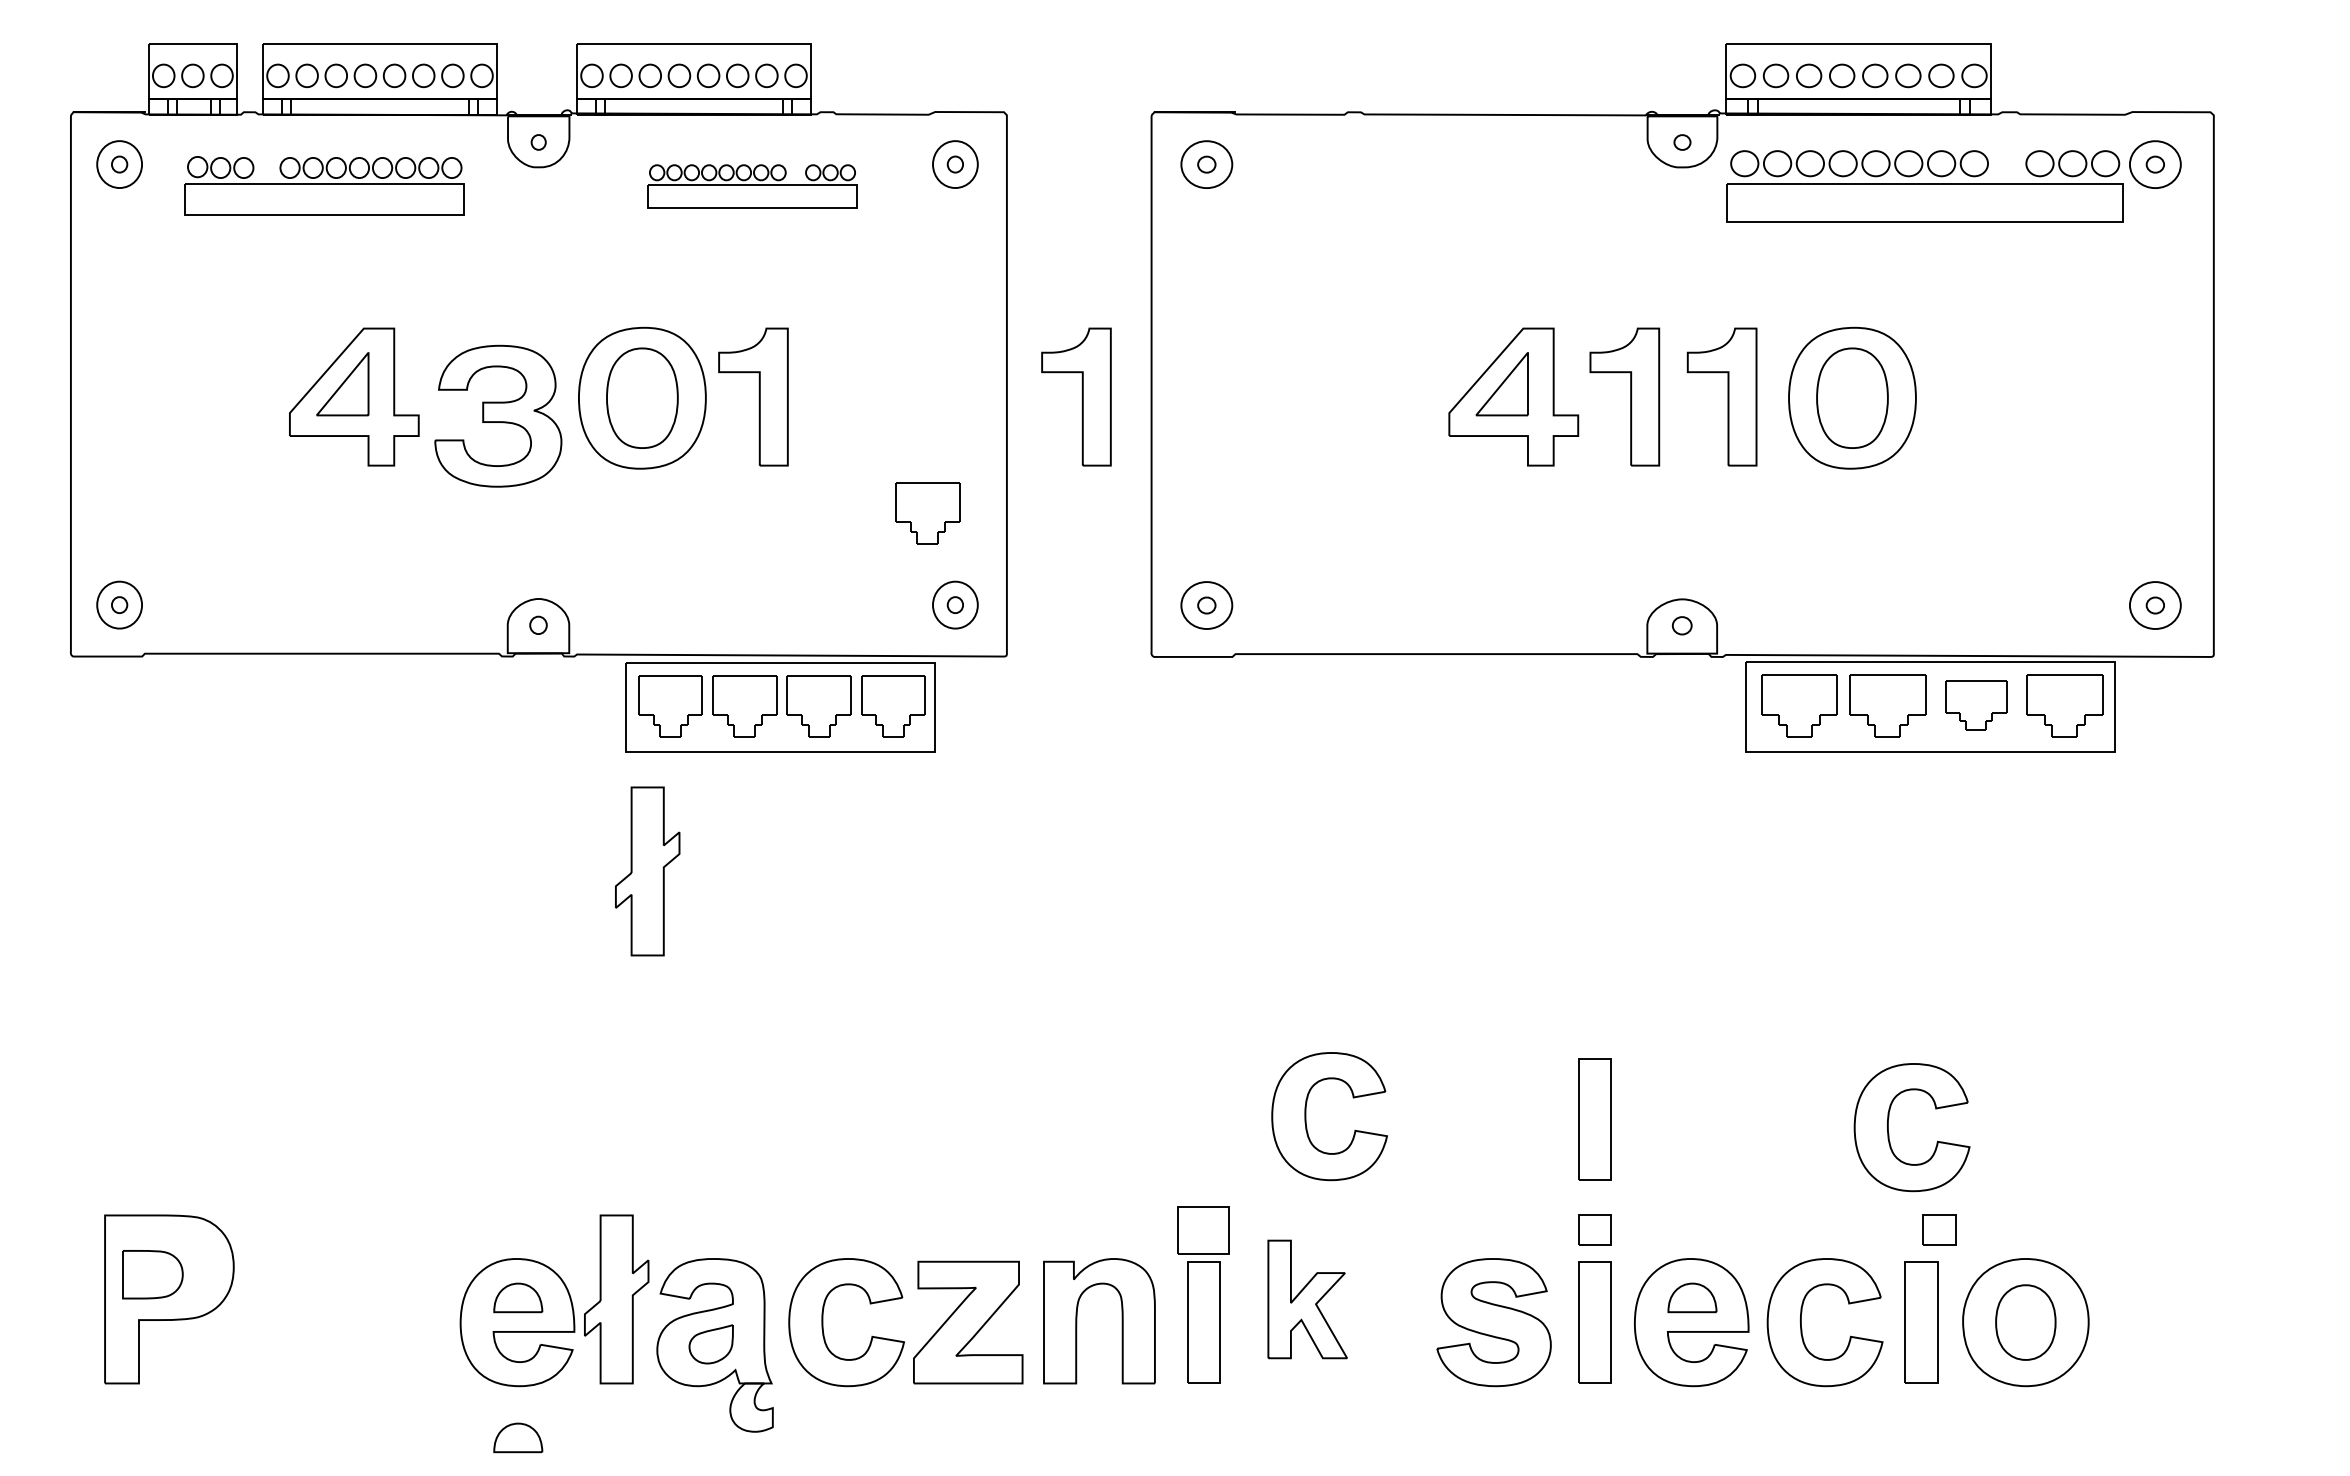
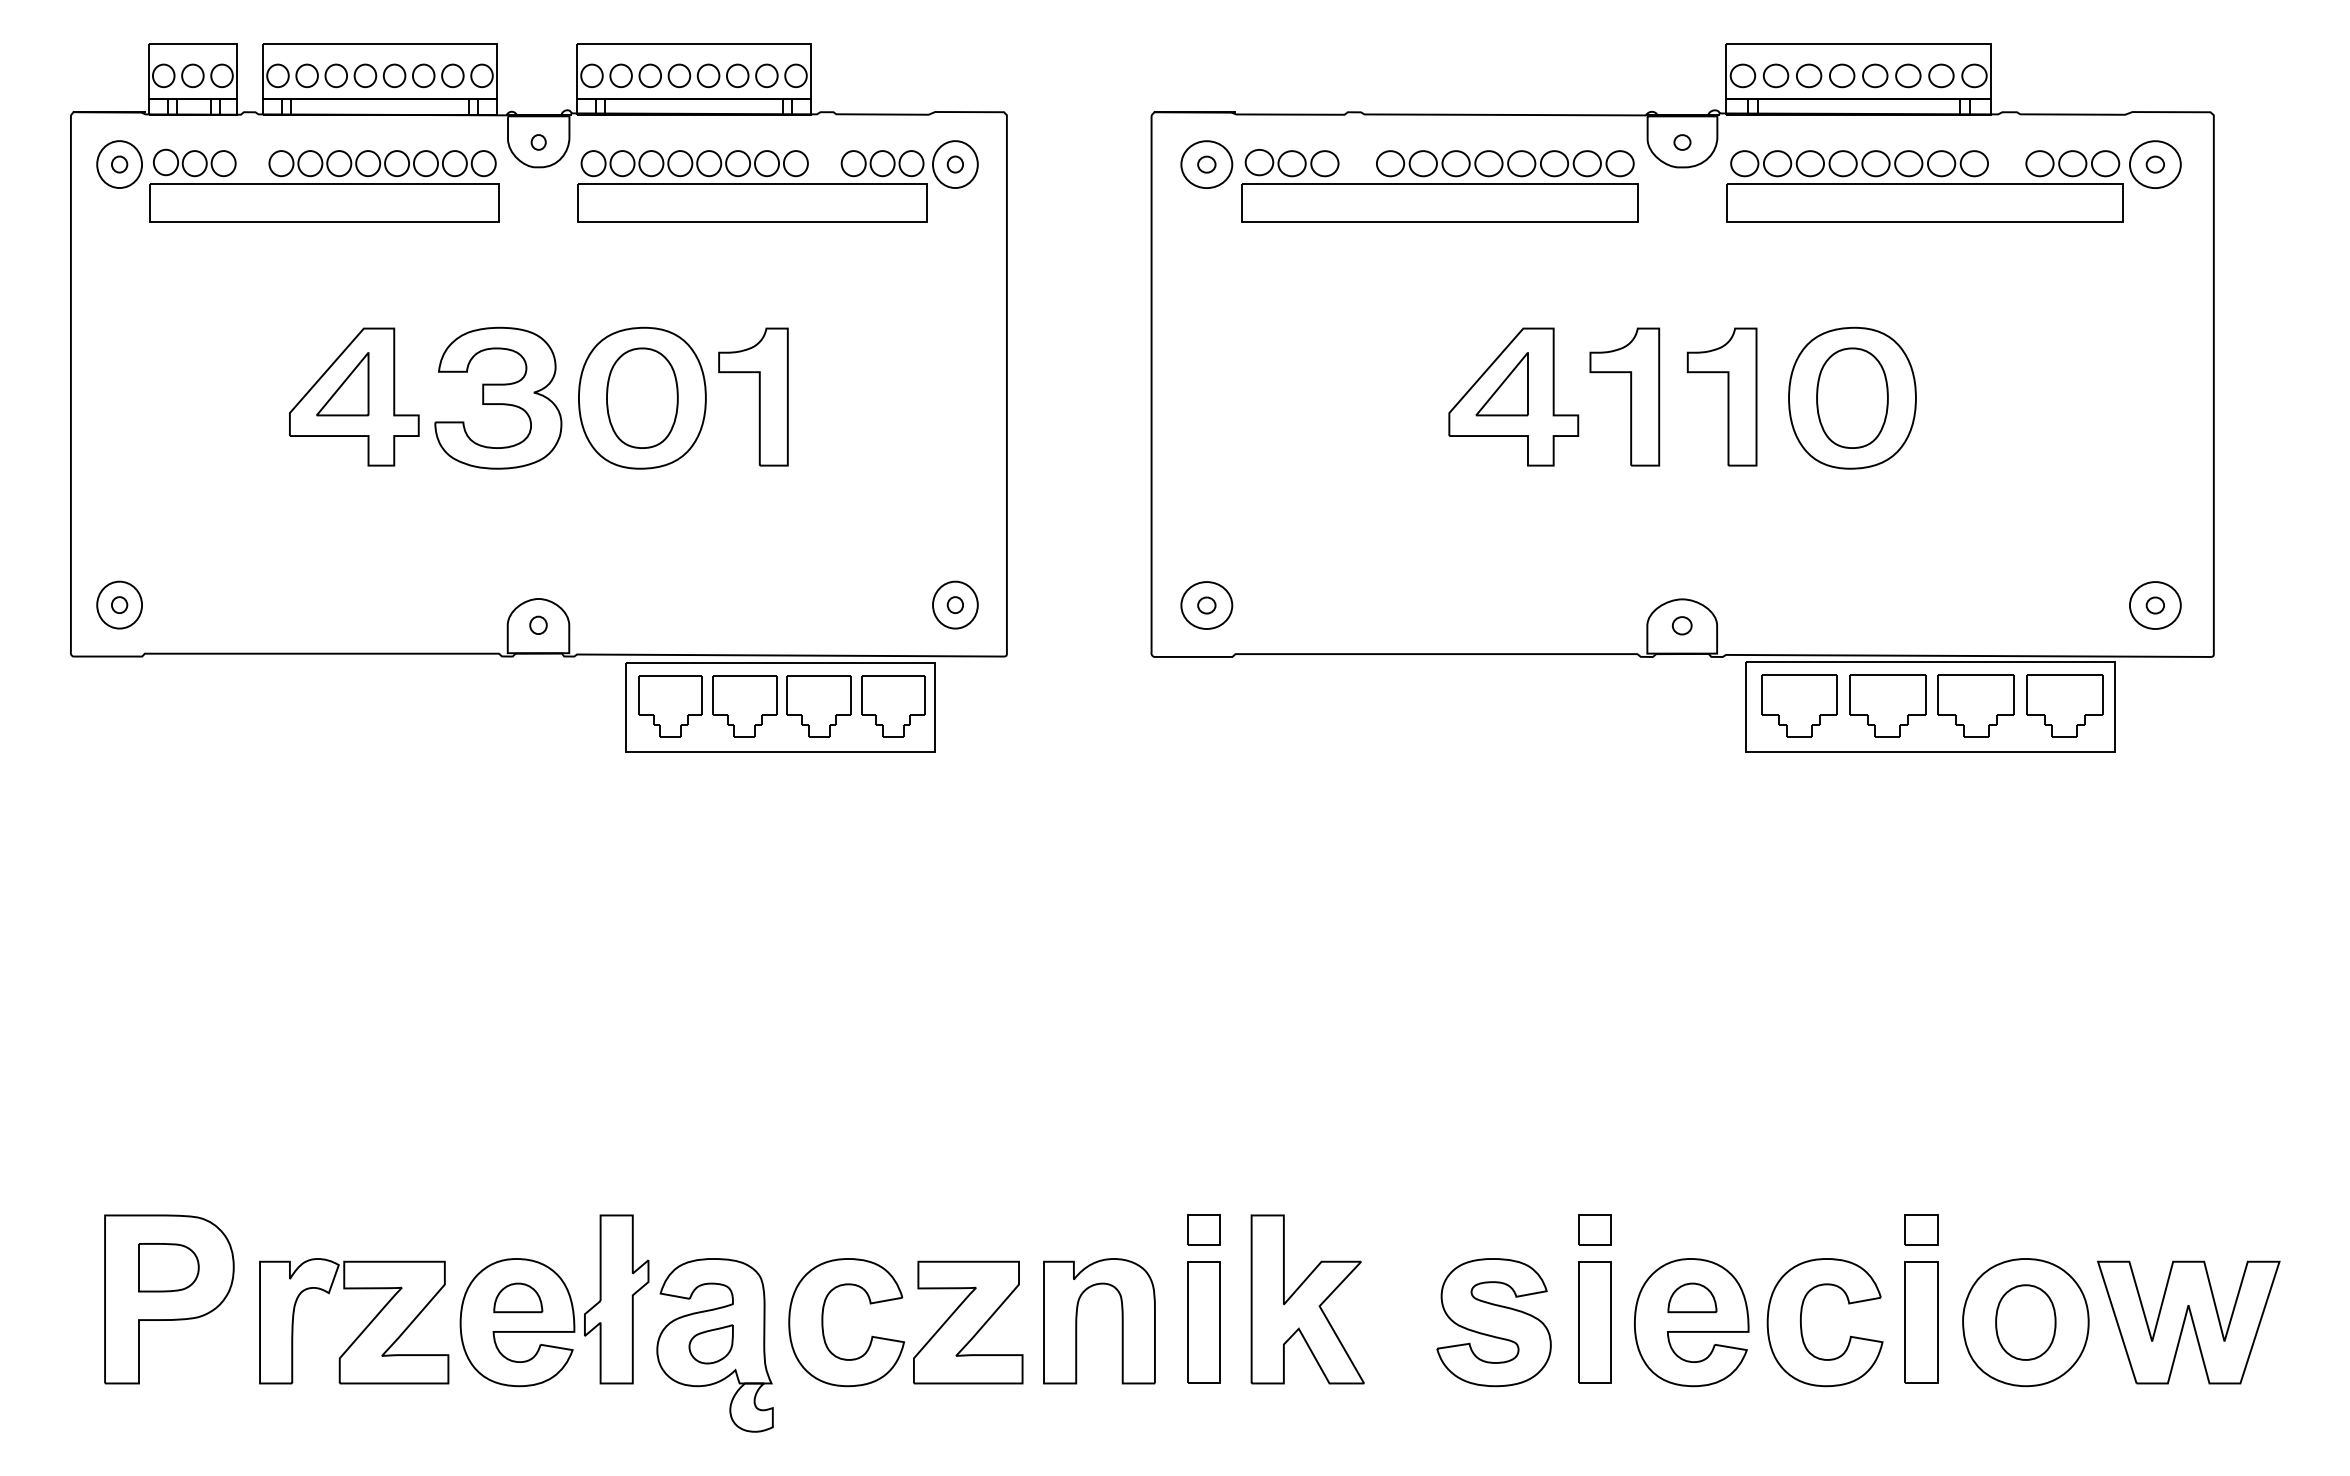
part at (324, 185) size: 281x60 px -> 351x75 px
part at (1439, 185): none -> present
part at (752, 186) size: 211x45 px -> 351x73 px
part at (1076, 396): present -> none
part at (498, 415) position: (498, 415) -> (498, 397)
part at (927, 513): present -> none
part at (1976, 705) size: 63x51 px -> 78x64 px
part at (647, 871): present -> none
part at (1306, 1116): present -> none
part at (1594, 1119): present -> none
part at (1889, 1133): present -> none
part at (1939, 1229) position: (1939, 1229) -> (1921, 1229)
part at (1203, 1230) size: 53x49 px -> 34x32 px
part at (152, 1274) position: (152, 1274) -> (168, 1267)
part at (1307, 1299) size: 81x121 px -> 115x171 px
part at (2188, 1322): none -> present
part at (363, 1329): none -> present
part at (518, 1437): present -> none
